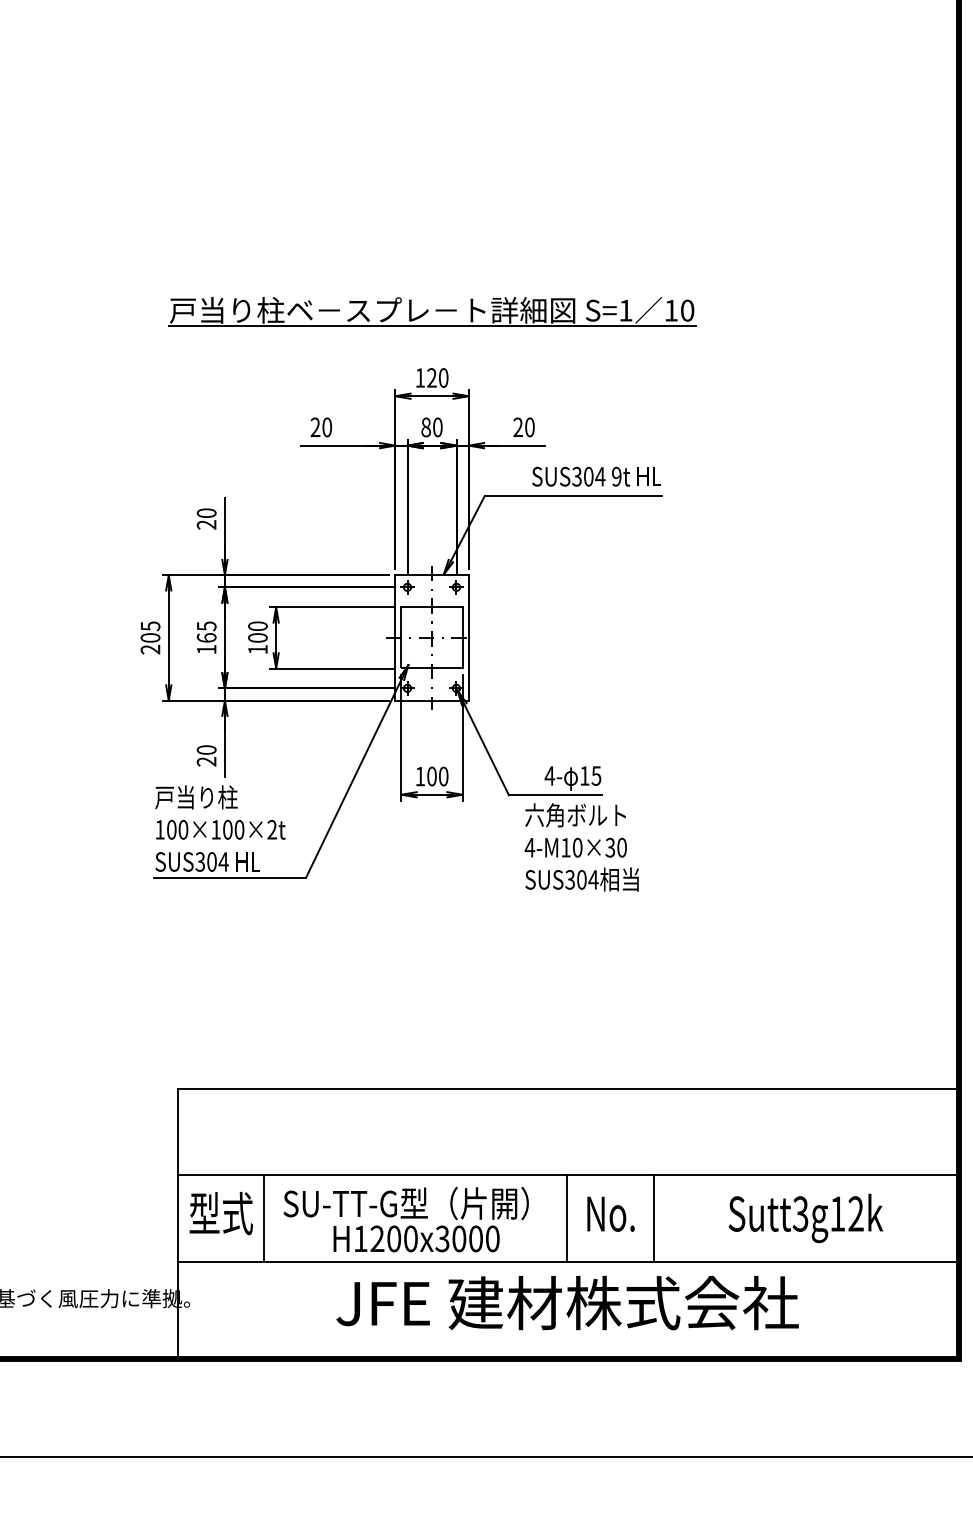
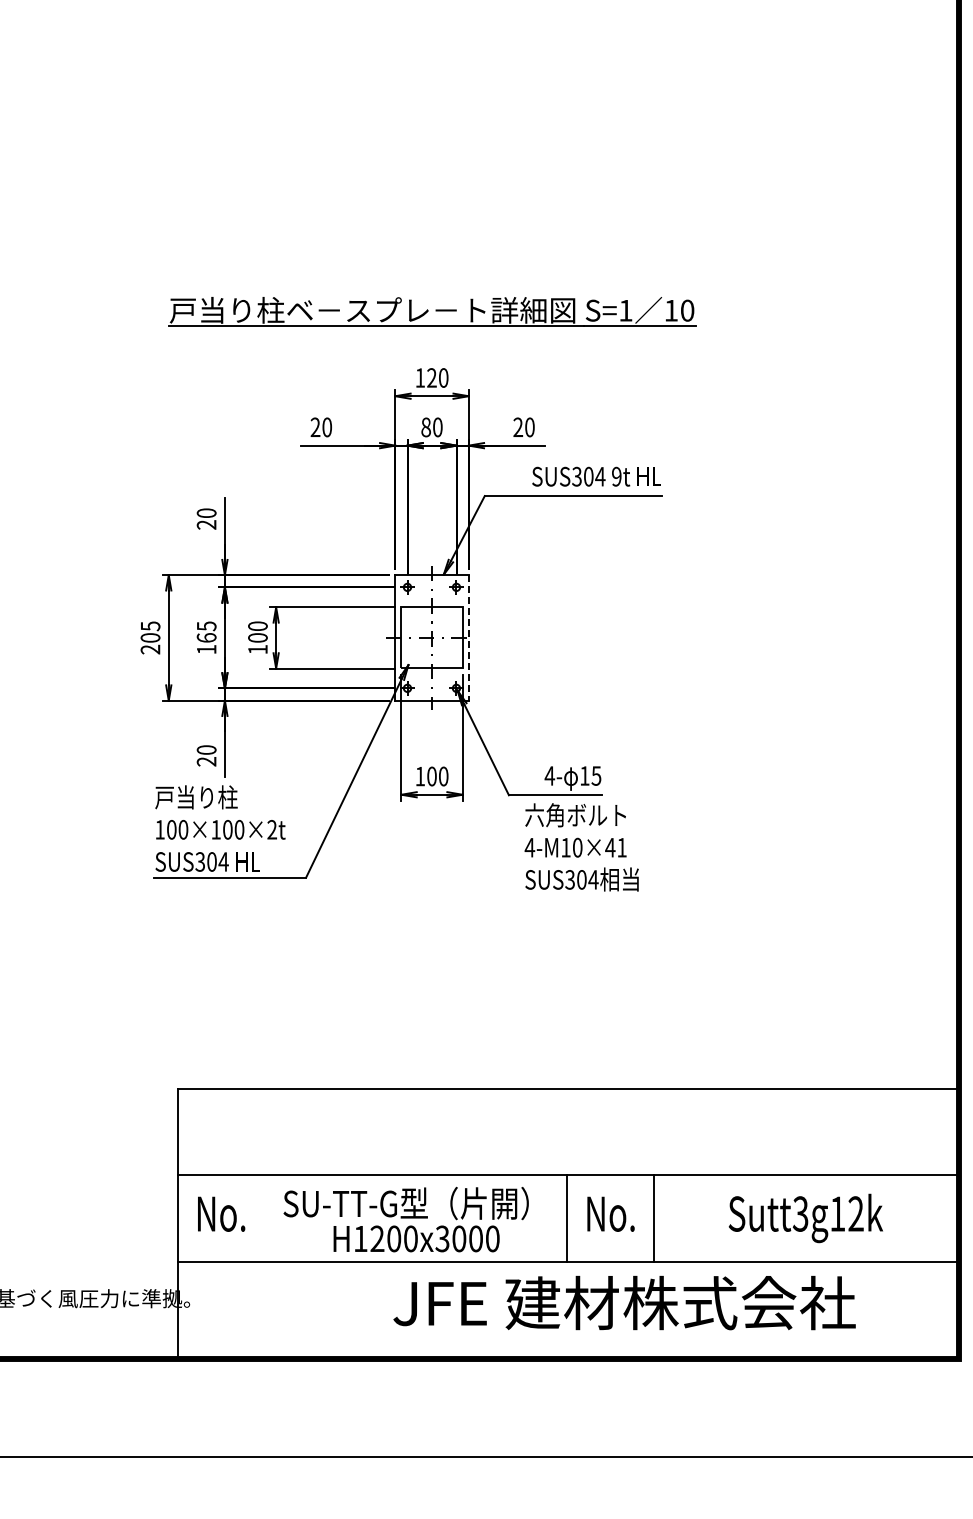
line at (468, 637): solid -> dashed
text at (615, 847): 4-M10×30 -> 4-M10×41
text at (220, 1213): 型式 -> No.
line at (264, 1218): present -> none
text at (567, 1303) position: (567, 1303) -> (624, 1303)
